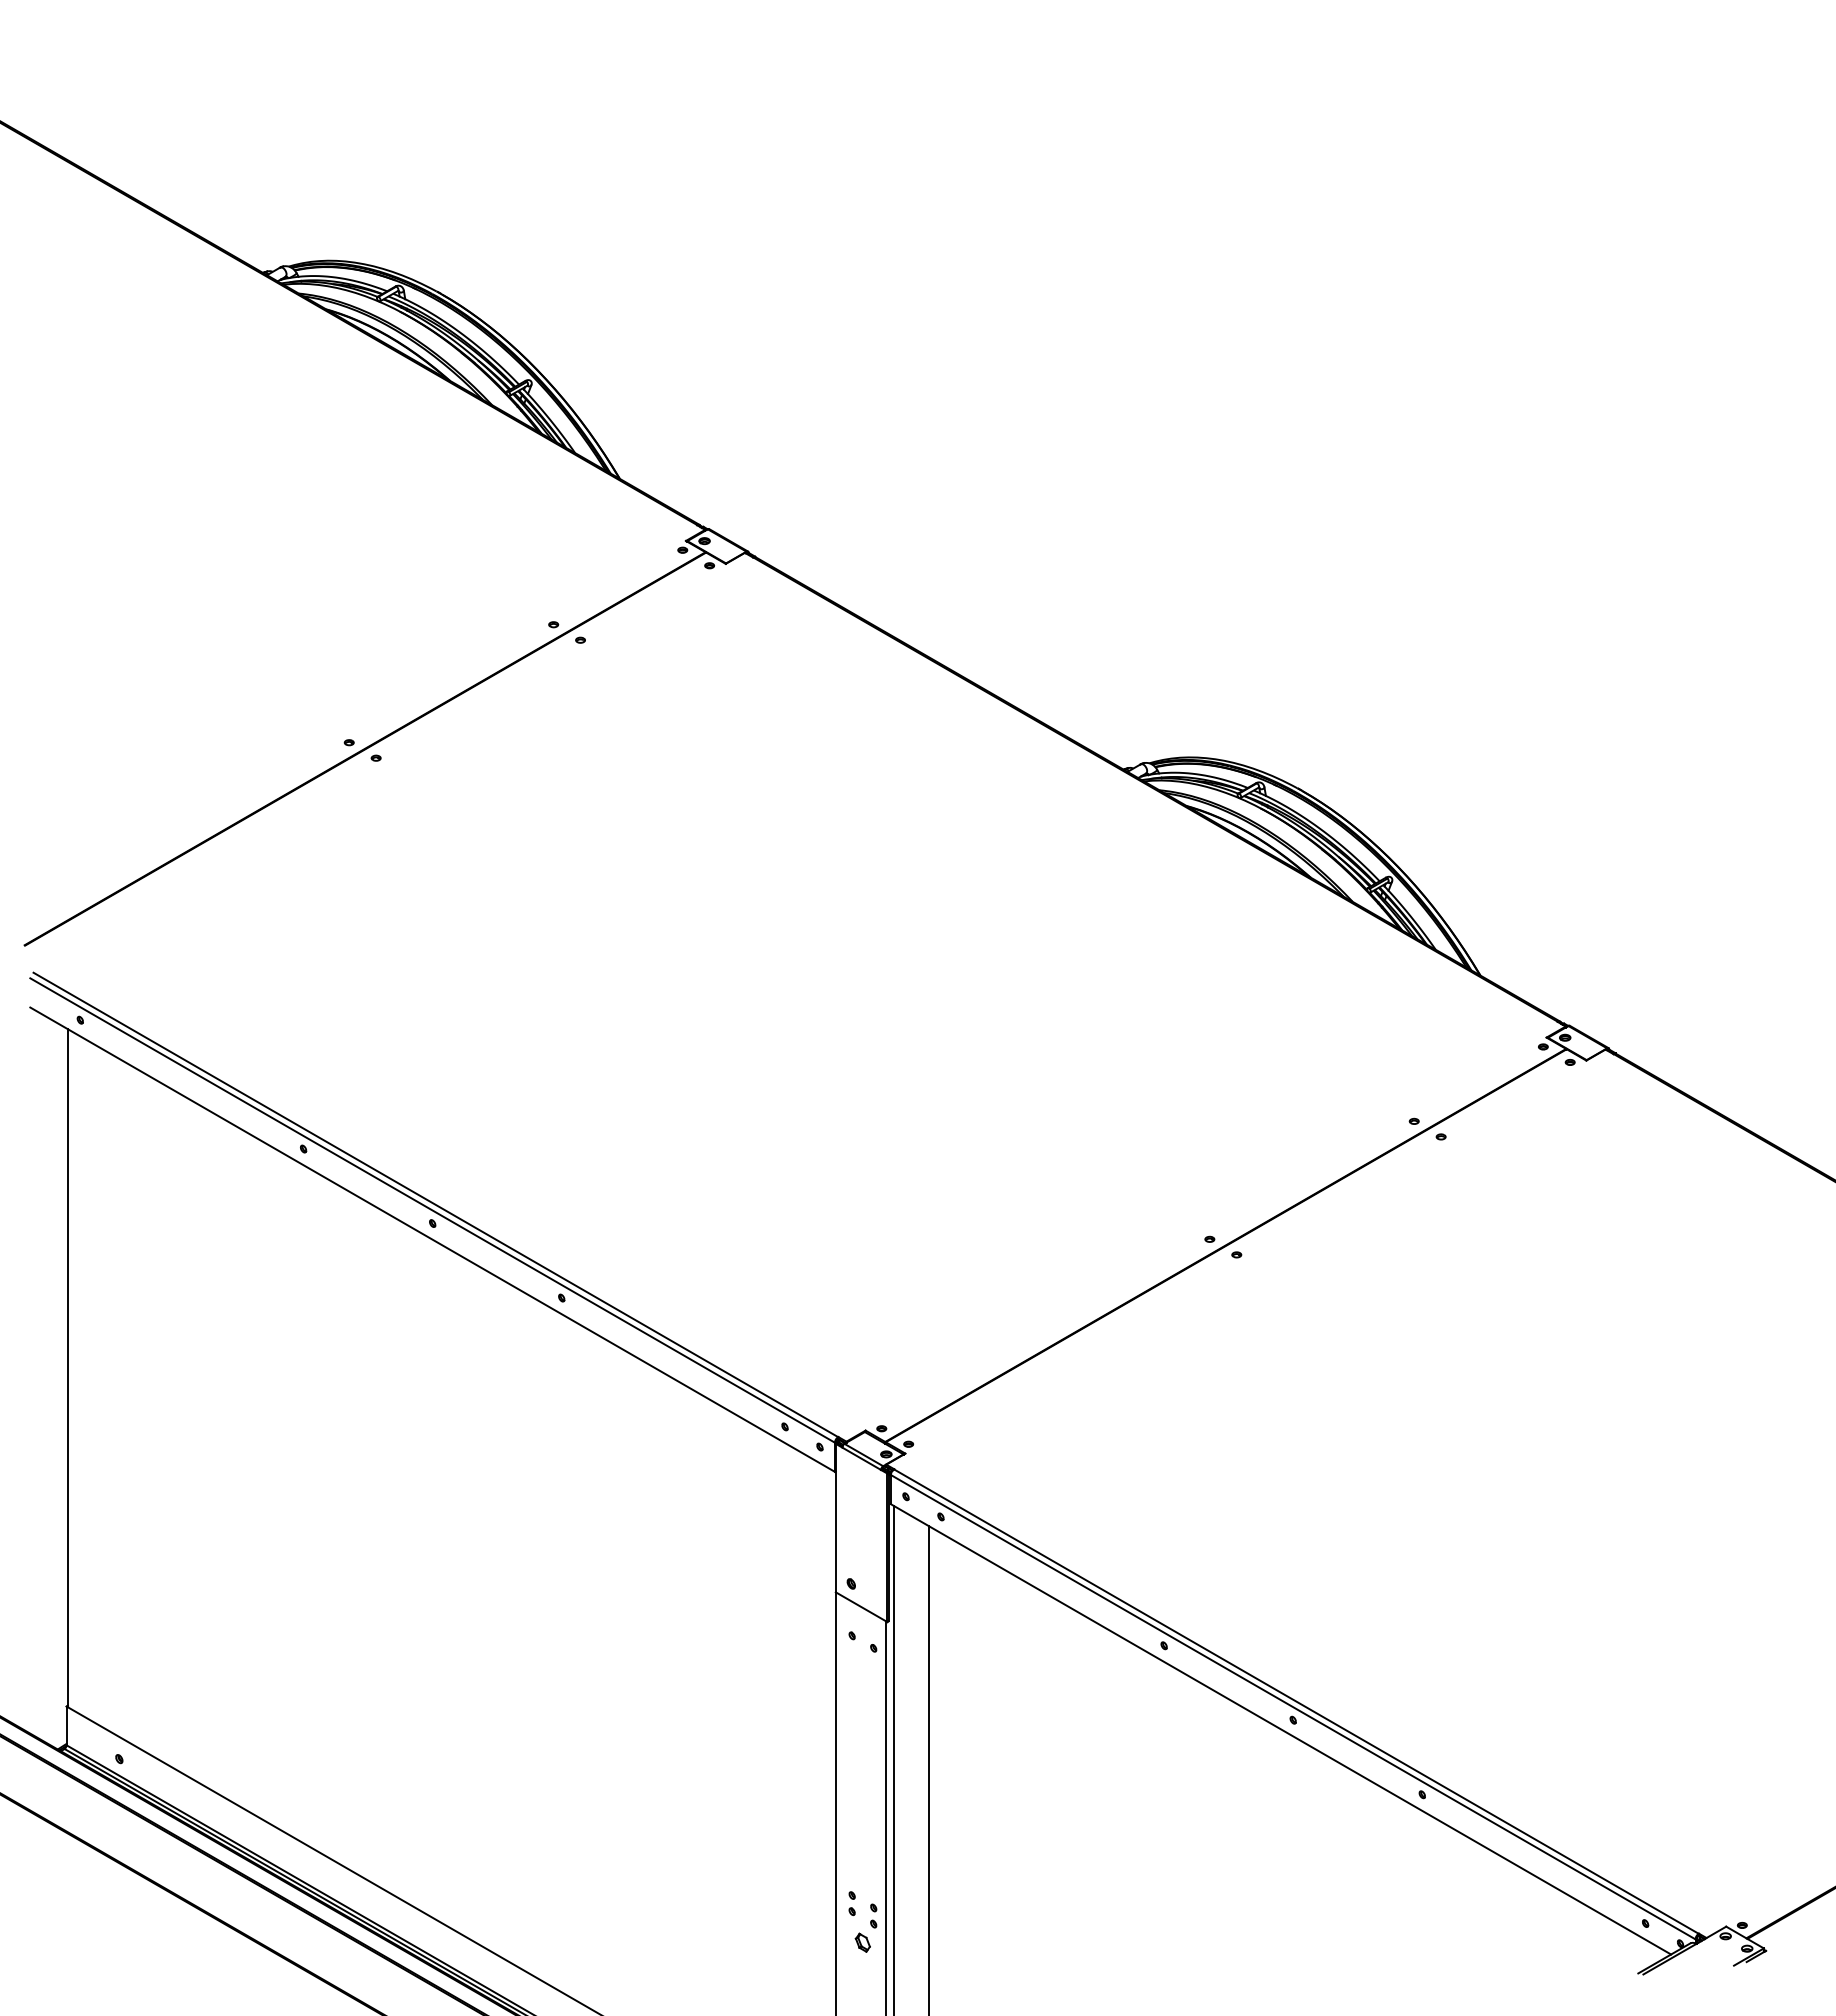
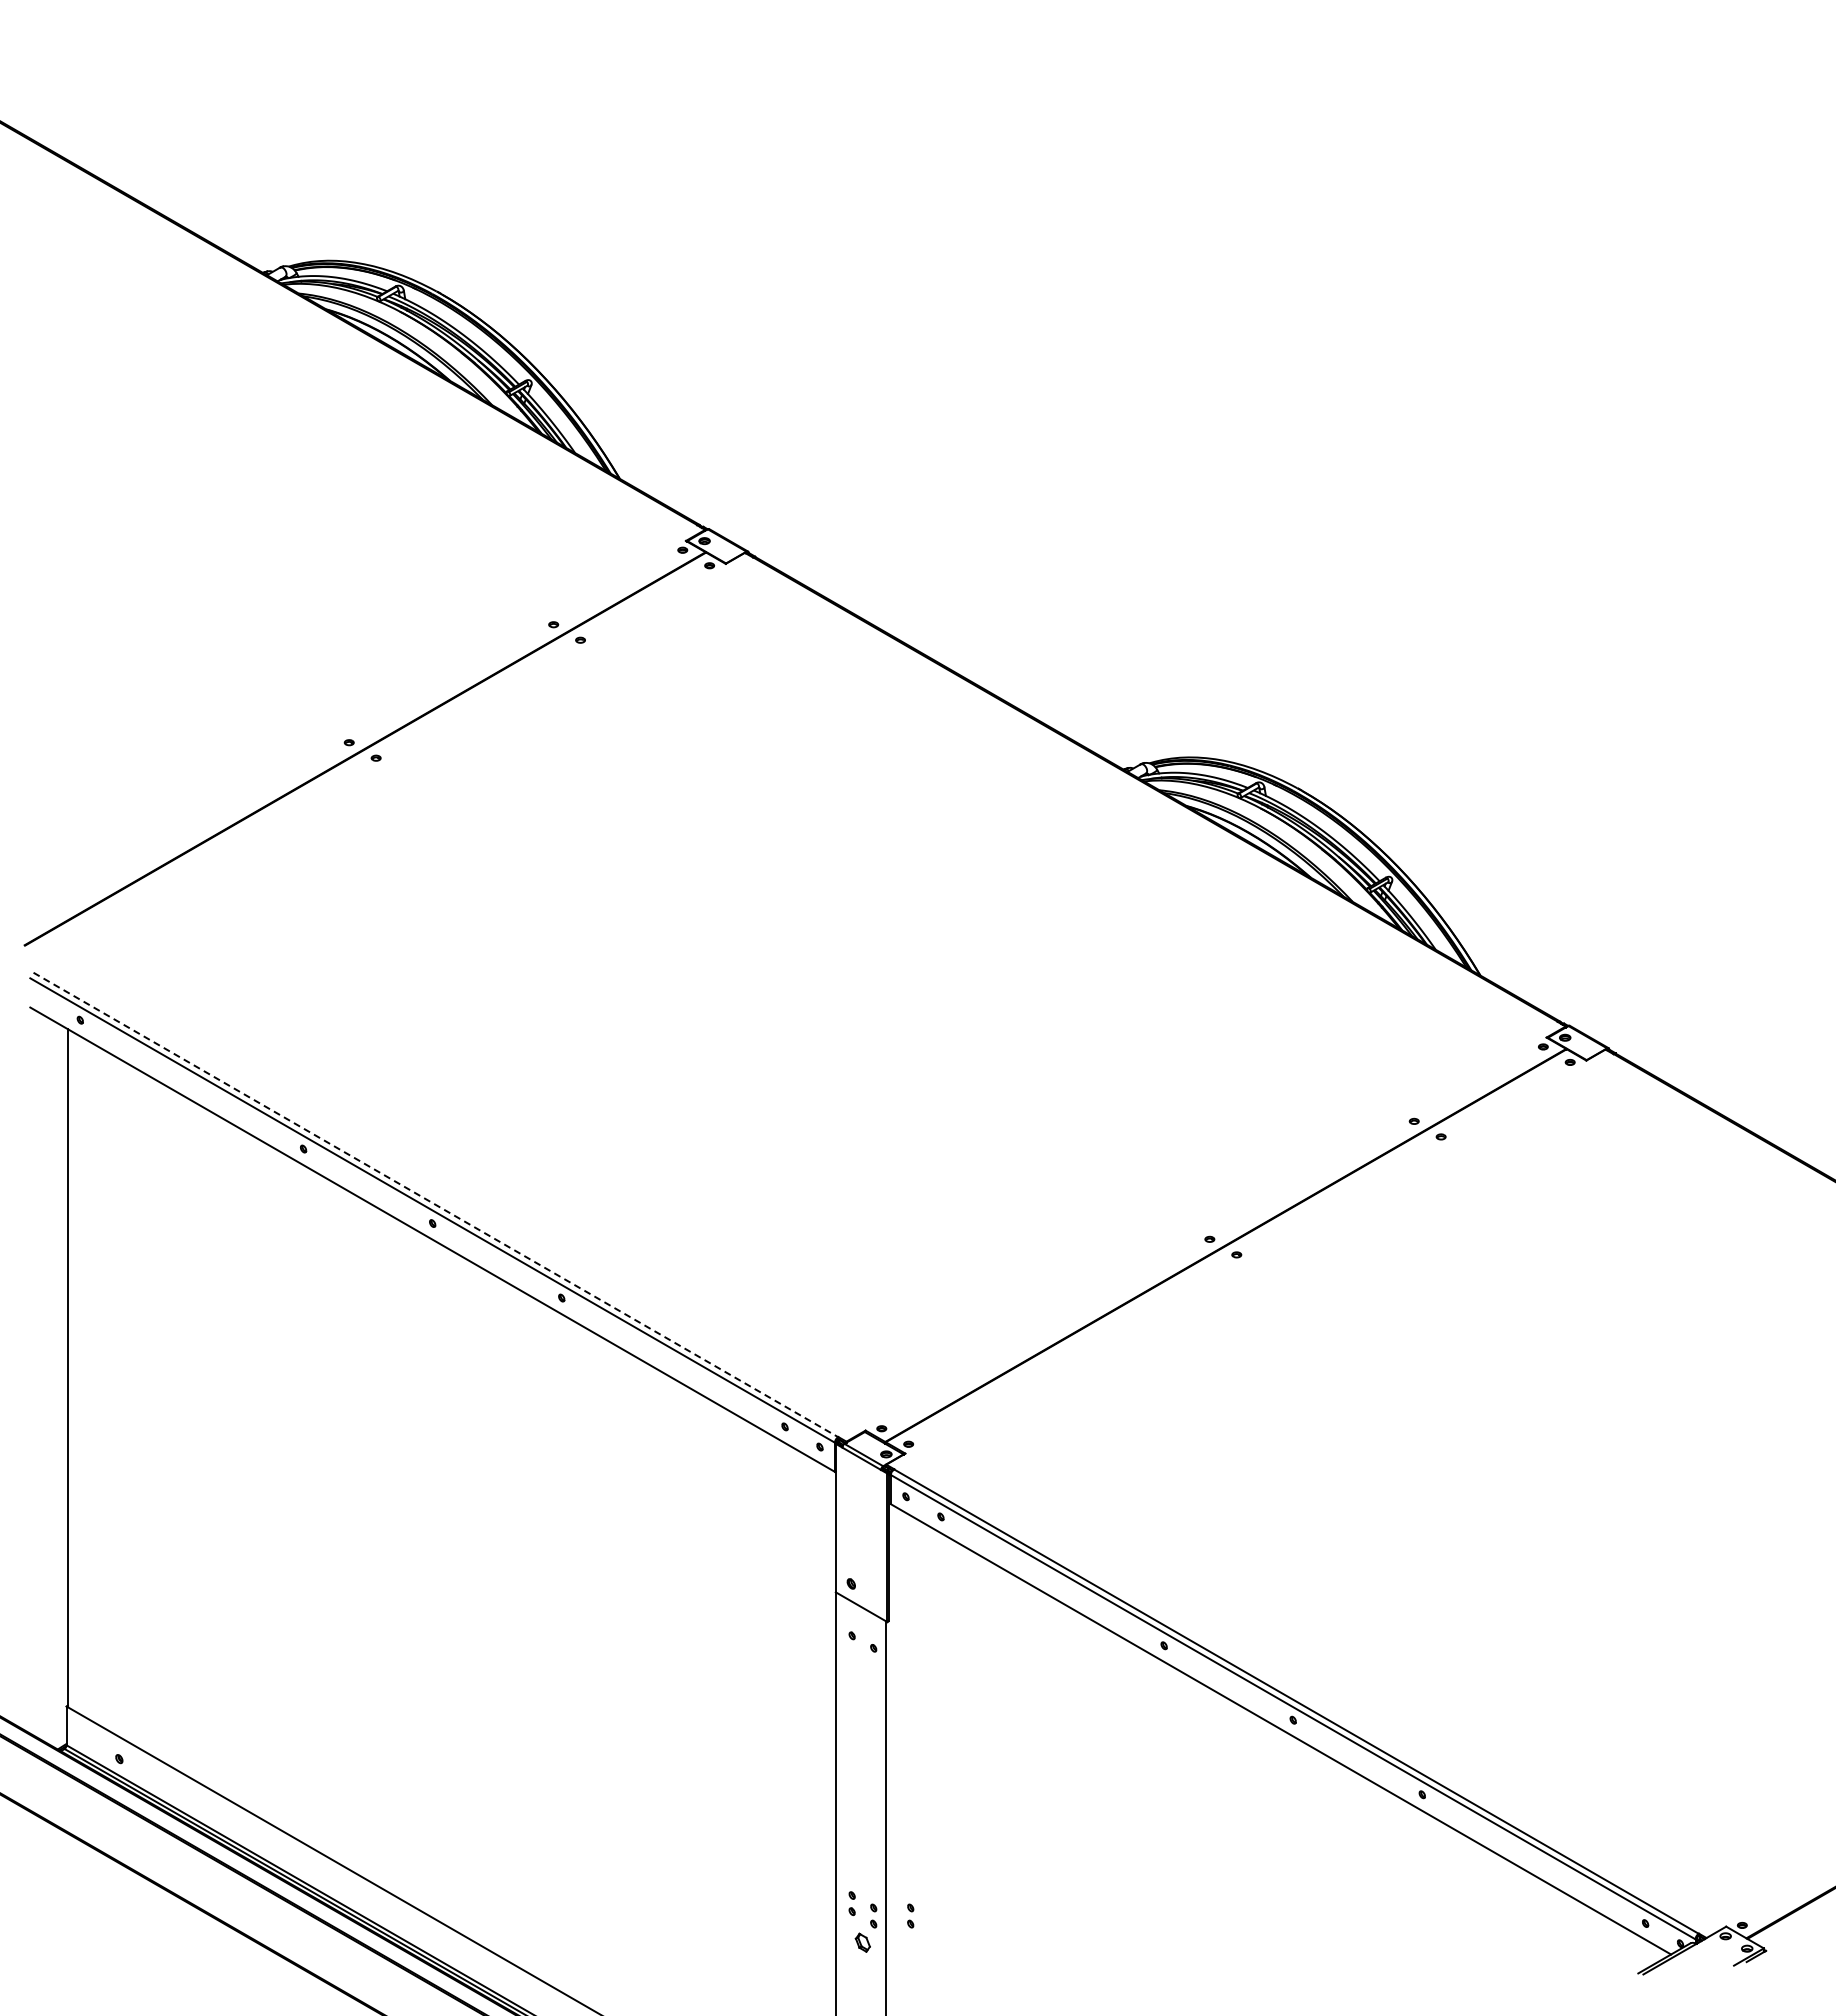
line at (435, 1204): solid -> dashed
line at (894, 1759): present -> none
line at (928, 1768): present -> none
part at (910, 1915): none -> present
